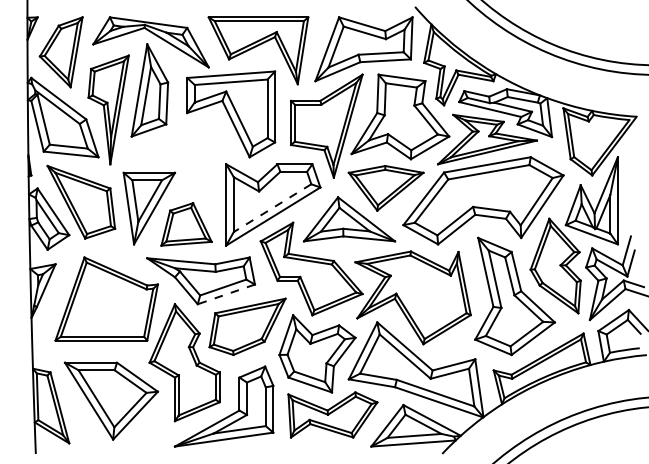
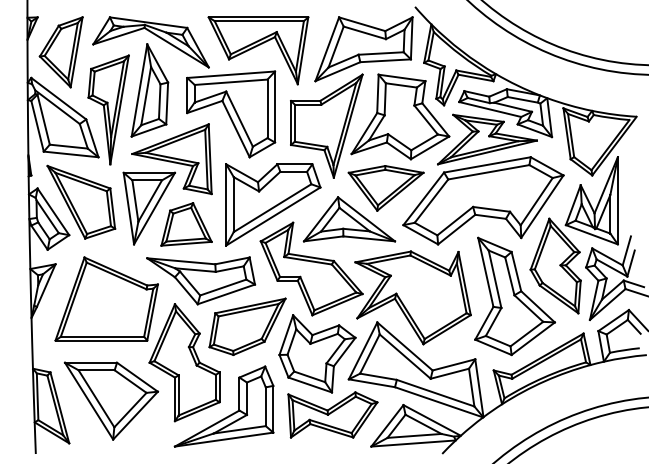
part at (171, 159): none -> present
line at (272, 208): dashed -> solid
line at (225, 294): dashed -> solid
